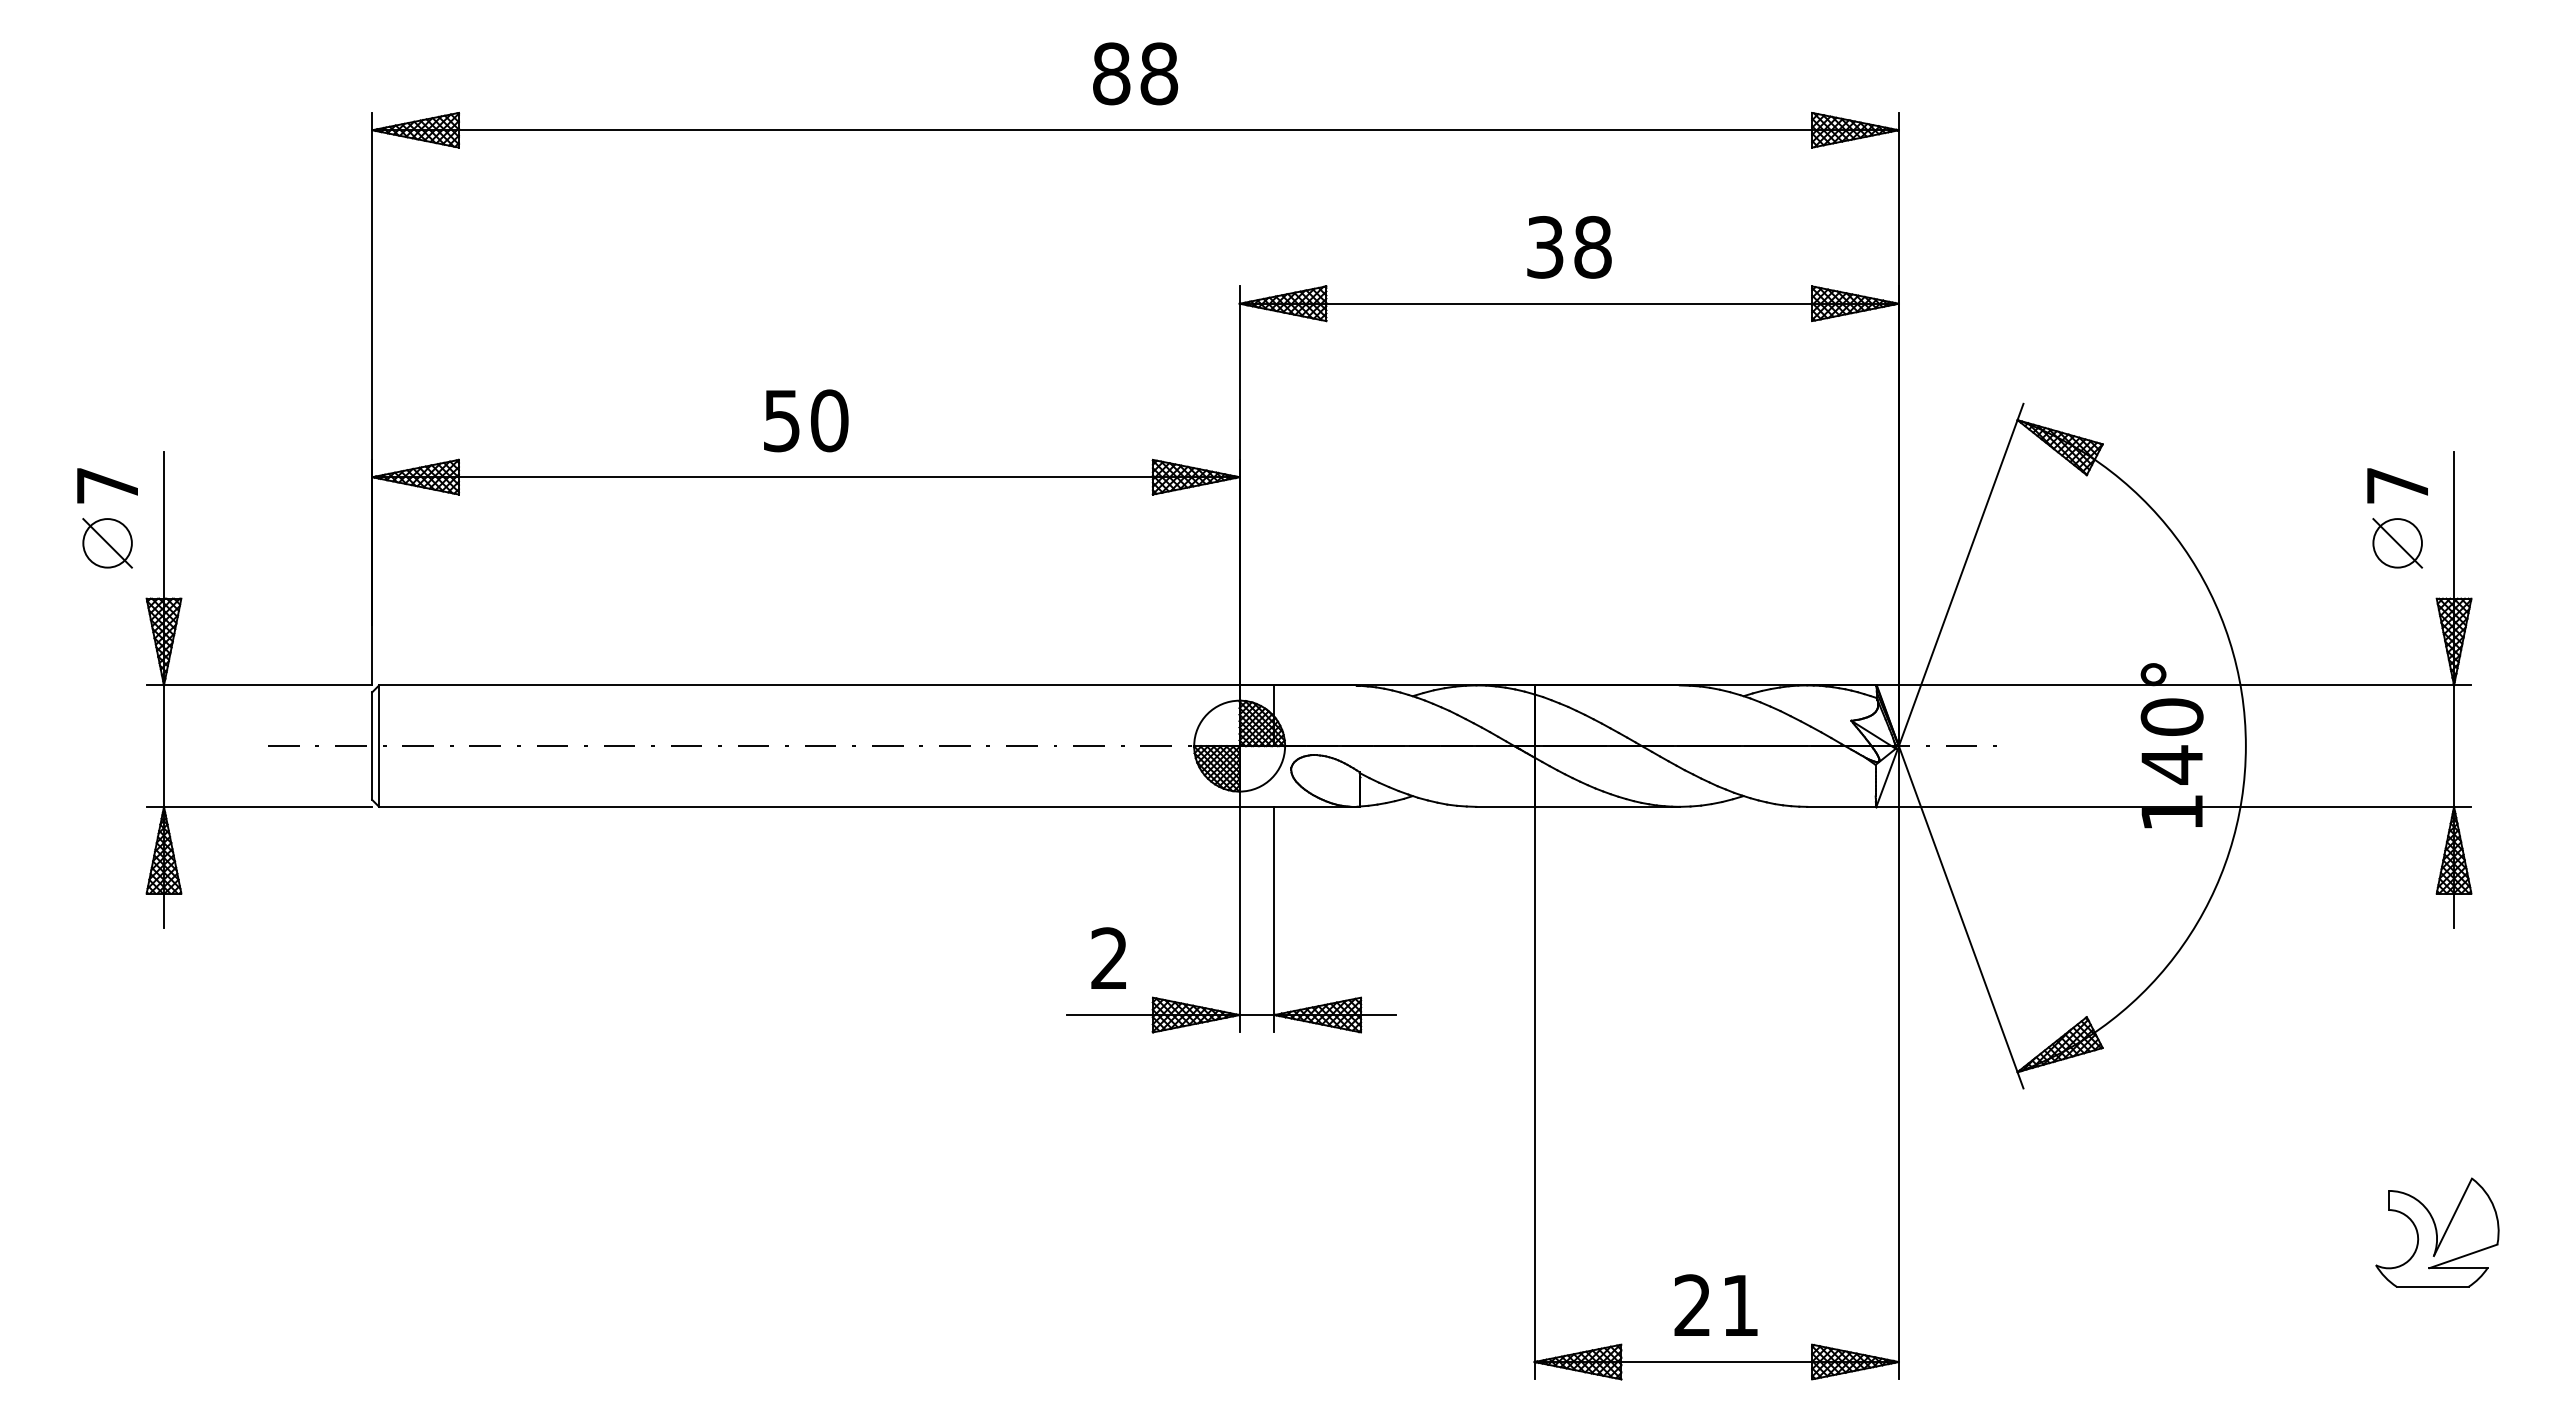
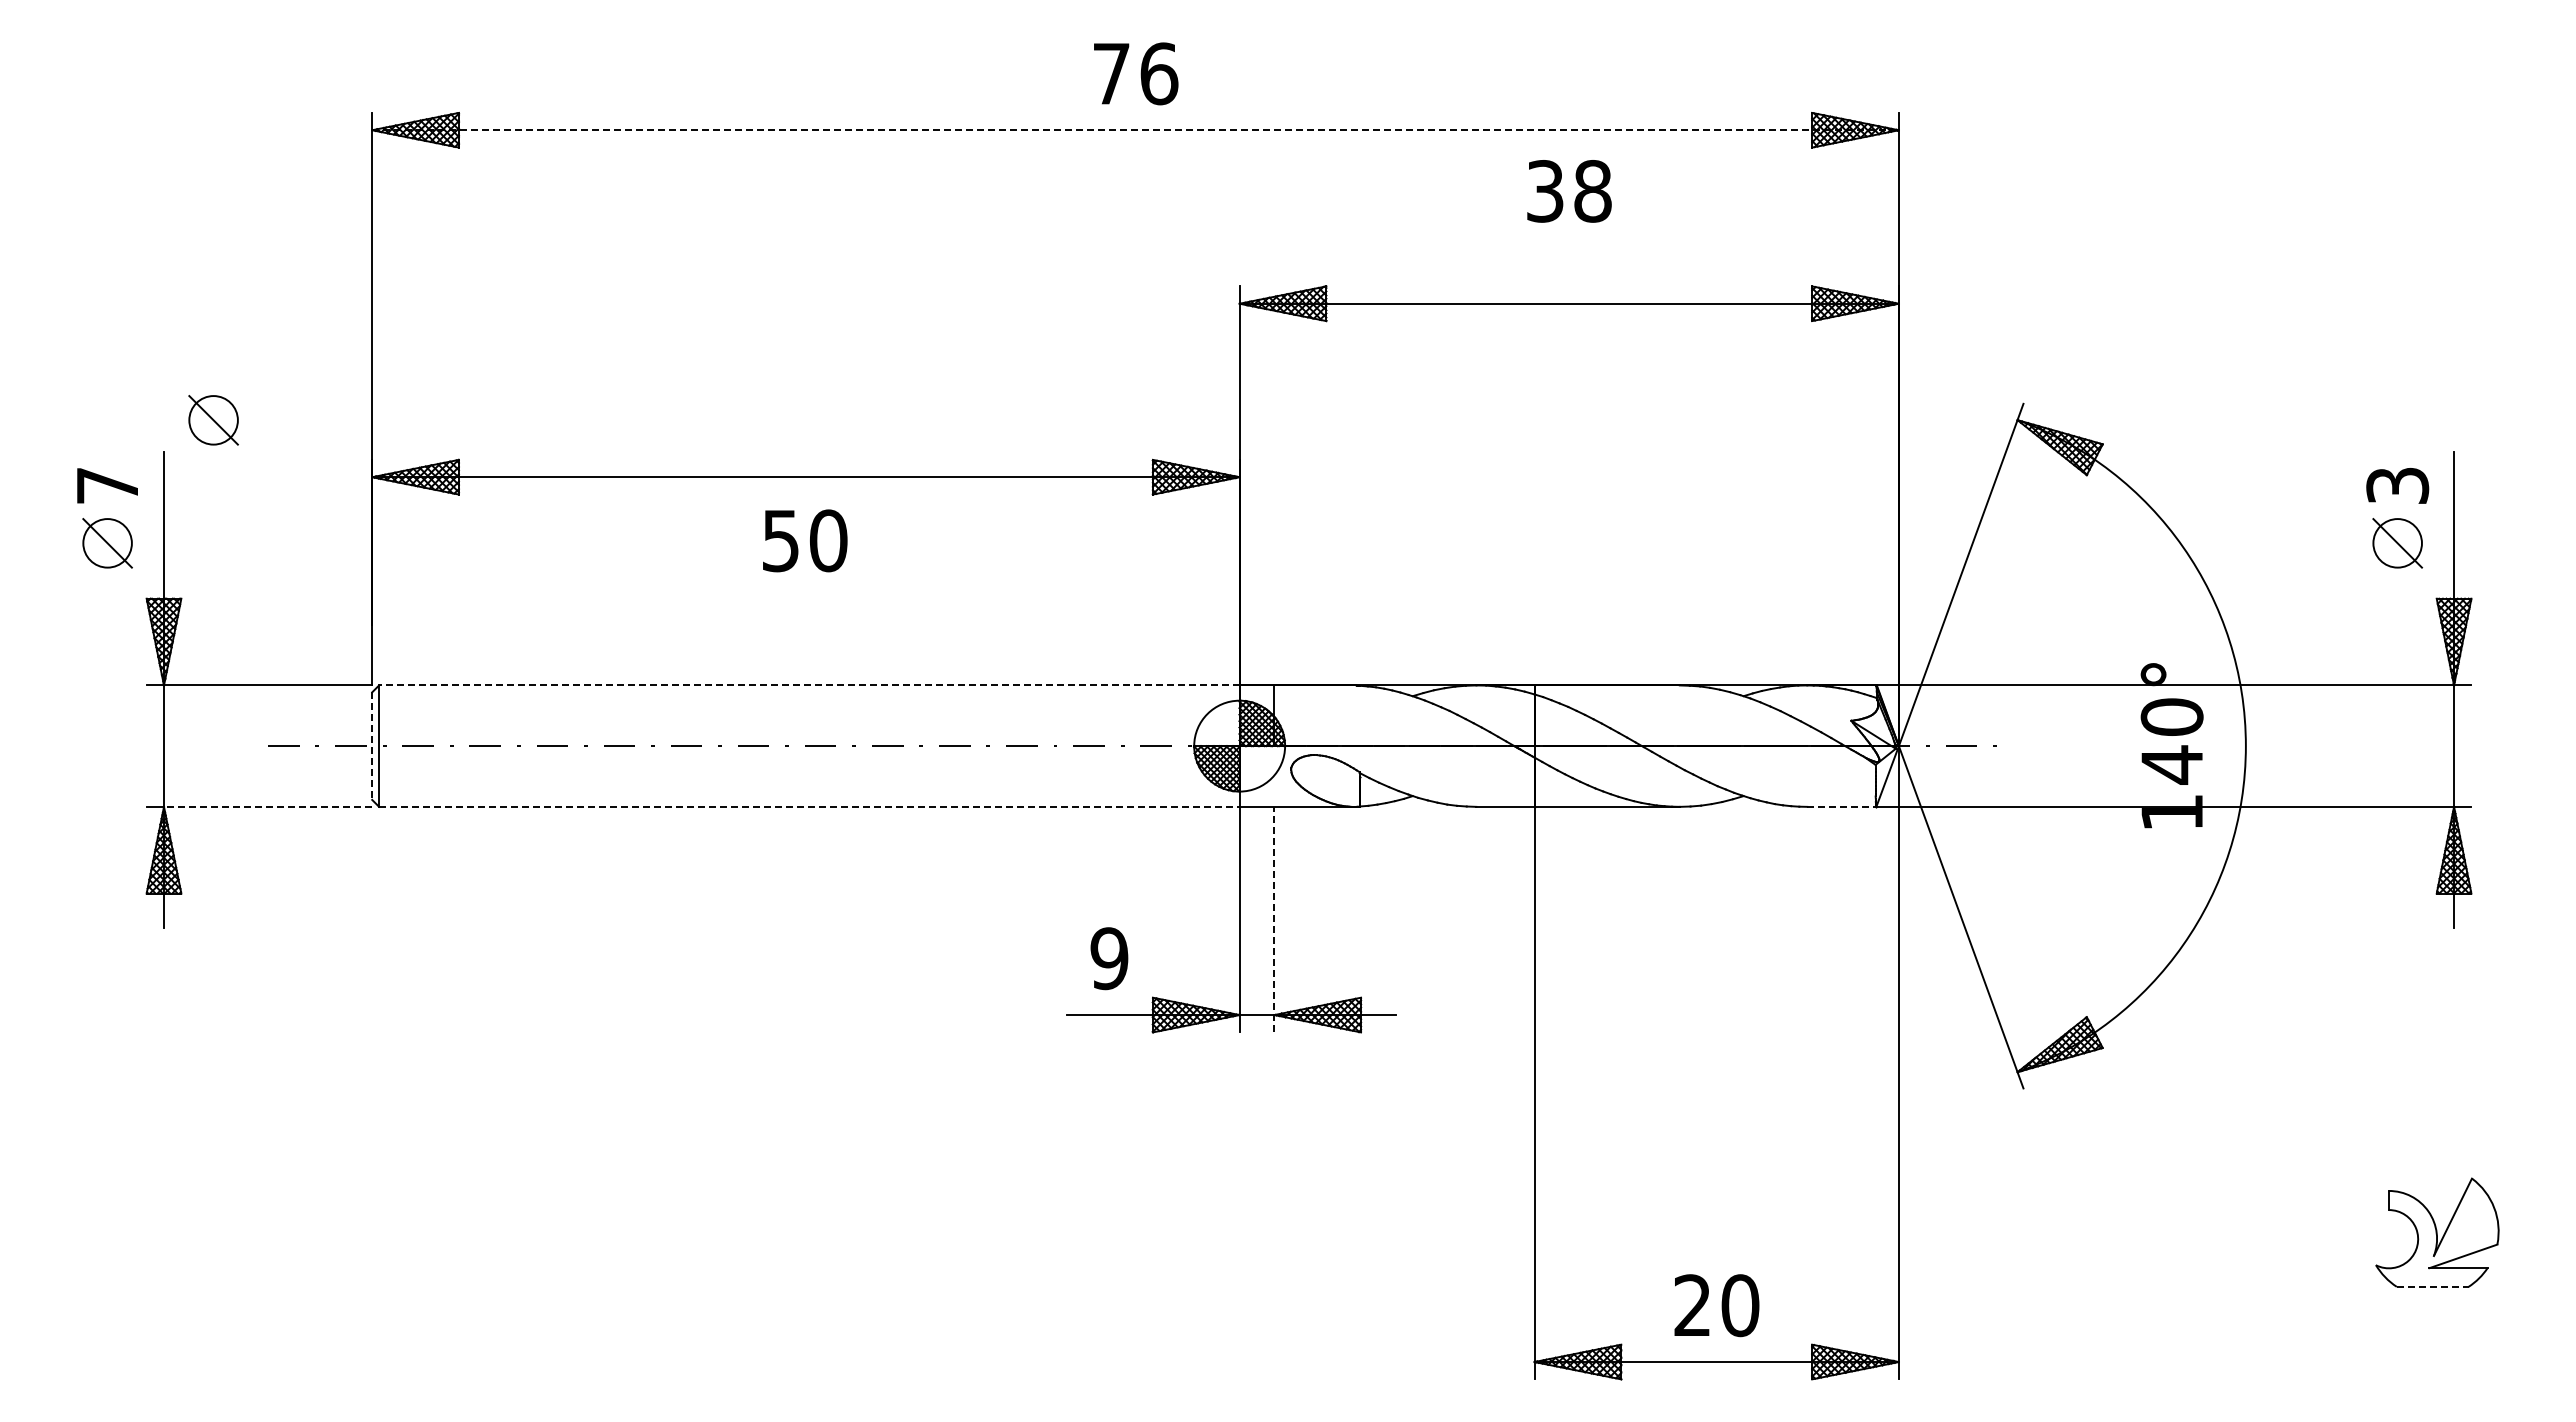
text at (1135, 73): 88 -> 76
line at (1136, 130): solid -> dashed
text at (1569, 247) position: (1569, 247) -> (1569, 191)
part at (213, 420): none -> present
text at (806, 420) position: (806, 420) -> (805, 540)
text at (2397, 485): 7 -> 3
line at (808, 685): solid -> dashed
line at (372, 746): solid -> dashed
line at (267, 806): solid -> dashed
line at (809, 806): solid -> dashed
line at (1842, 806): solid -> dashed
line at (1274, 919): solid -> dashed
text at (1109, 958): 2 -> 9
line at (2432, 1286): solid -> dashed
text at (1740, 1305): 21 -> 20
